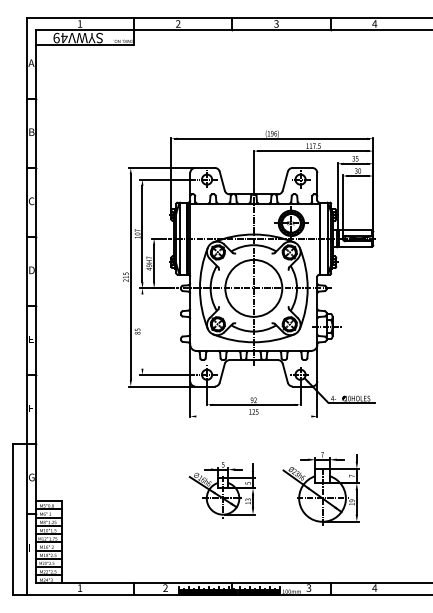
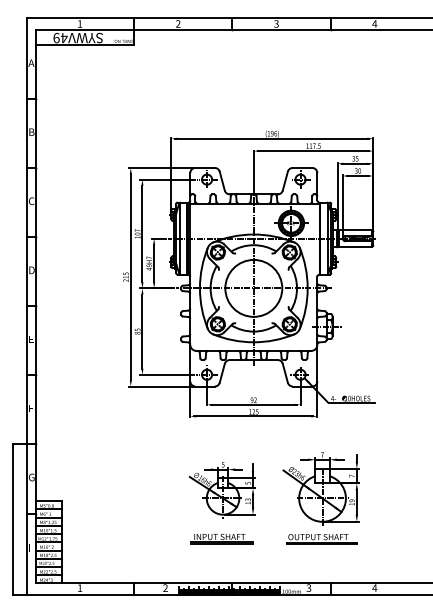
line at (142, 331): none -> present
line at (253, 416): none -> present
part at (221, 538): none -> present
part at (321, 539): none -> present
